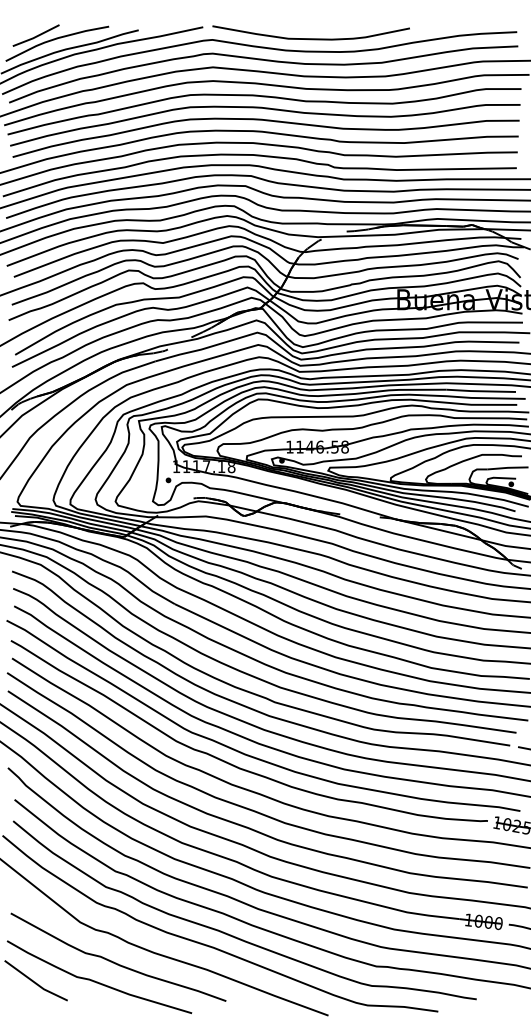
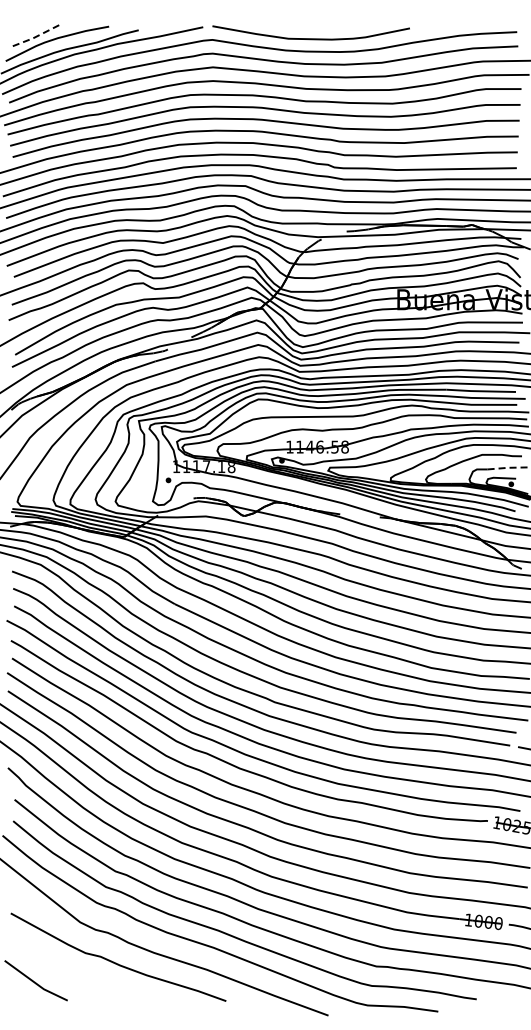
line at (36, 36): solid -> dashed
line at (507, 467): solid -> dashed
curve at (97, 981): present -> none
